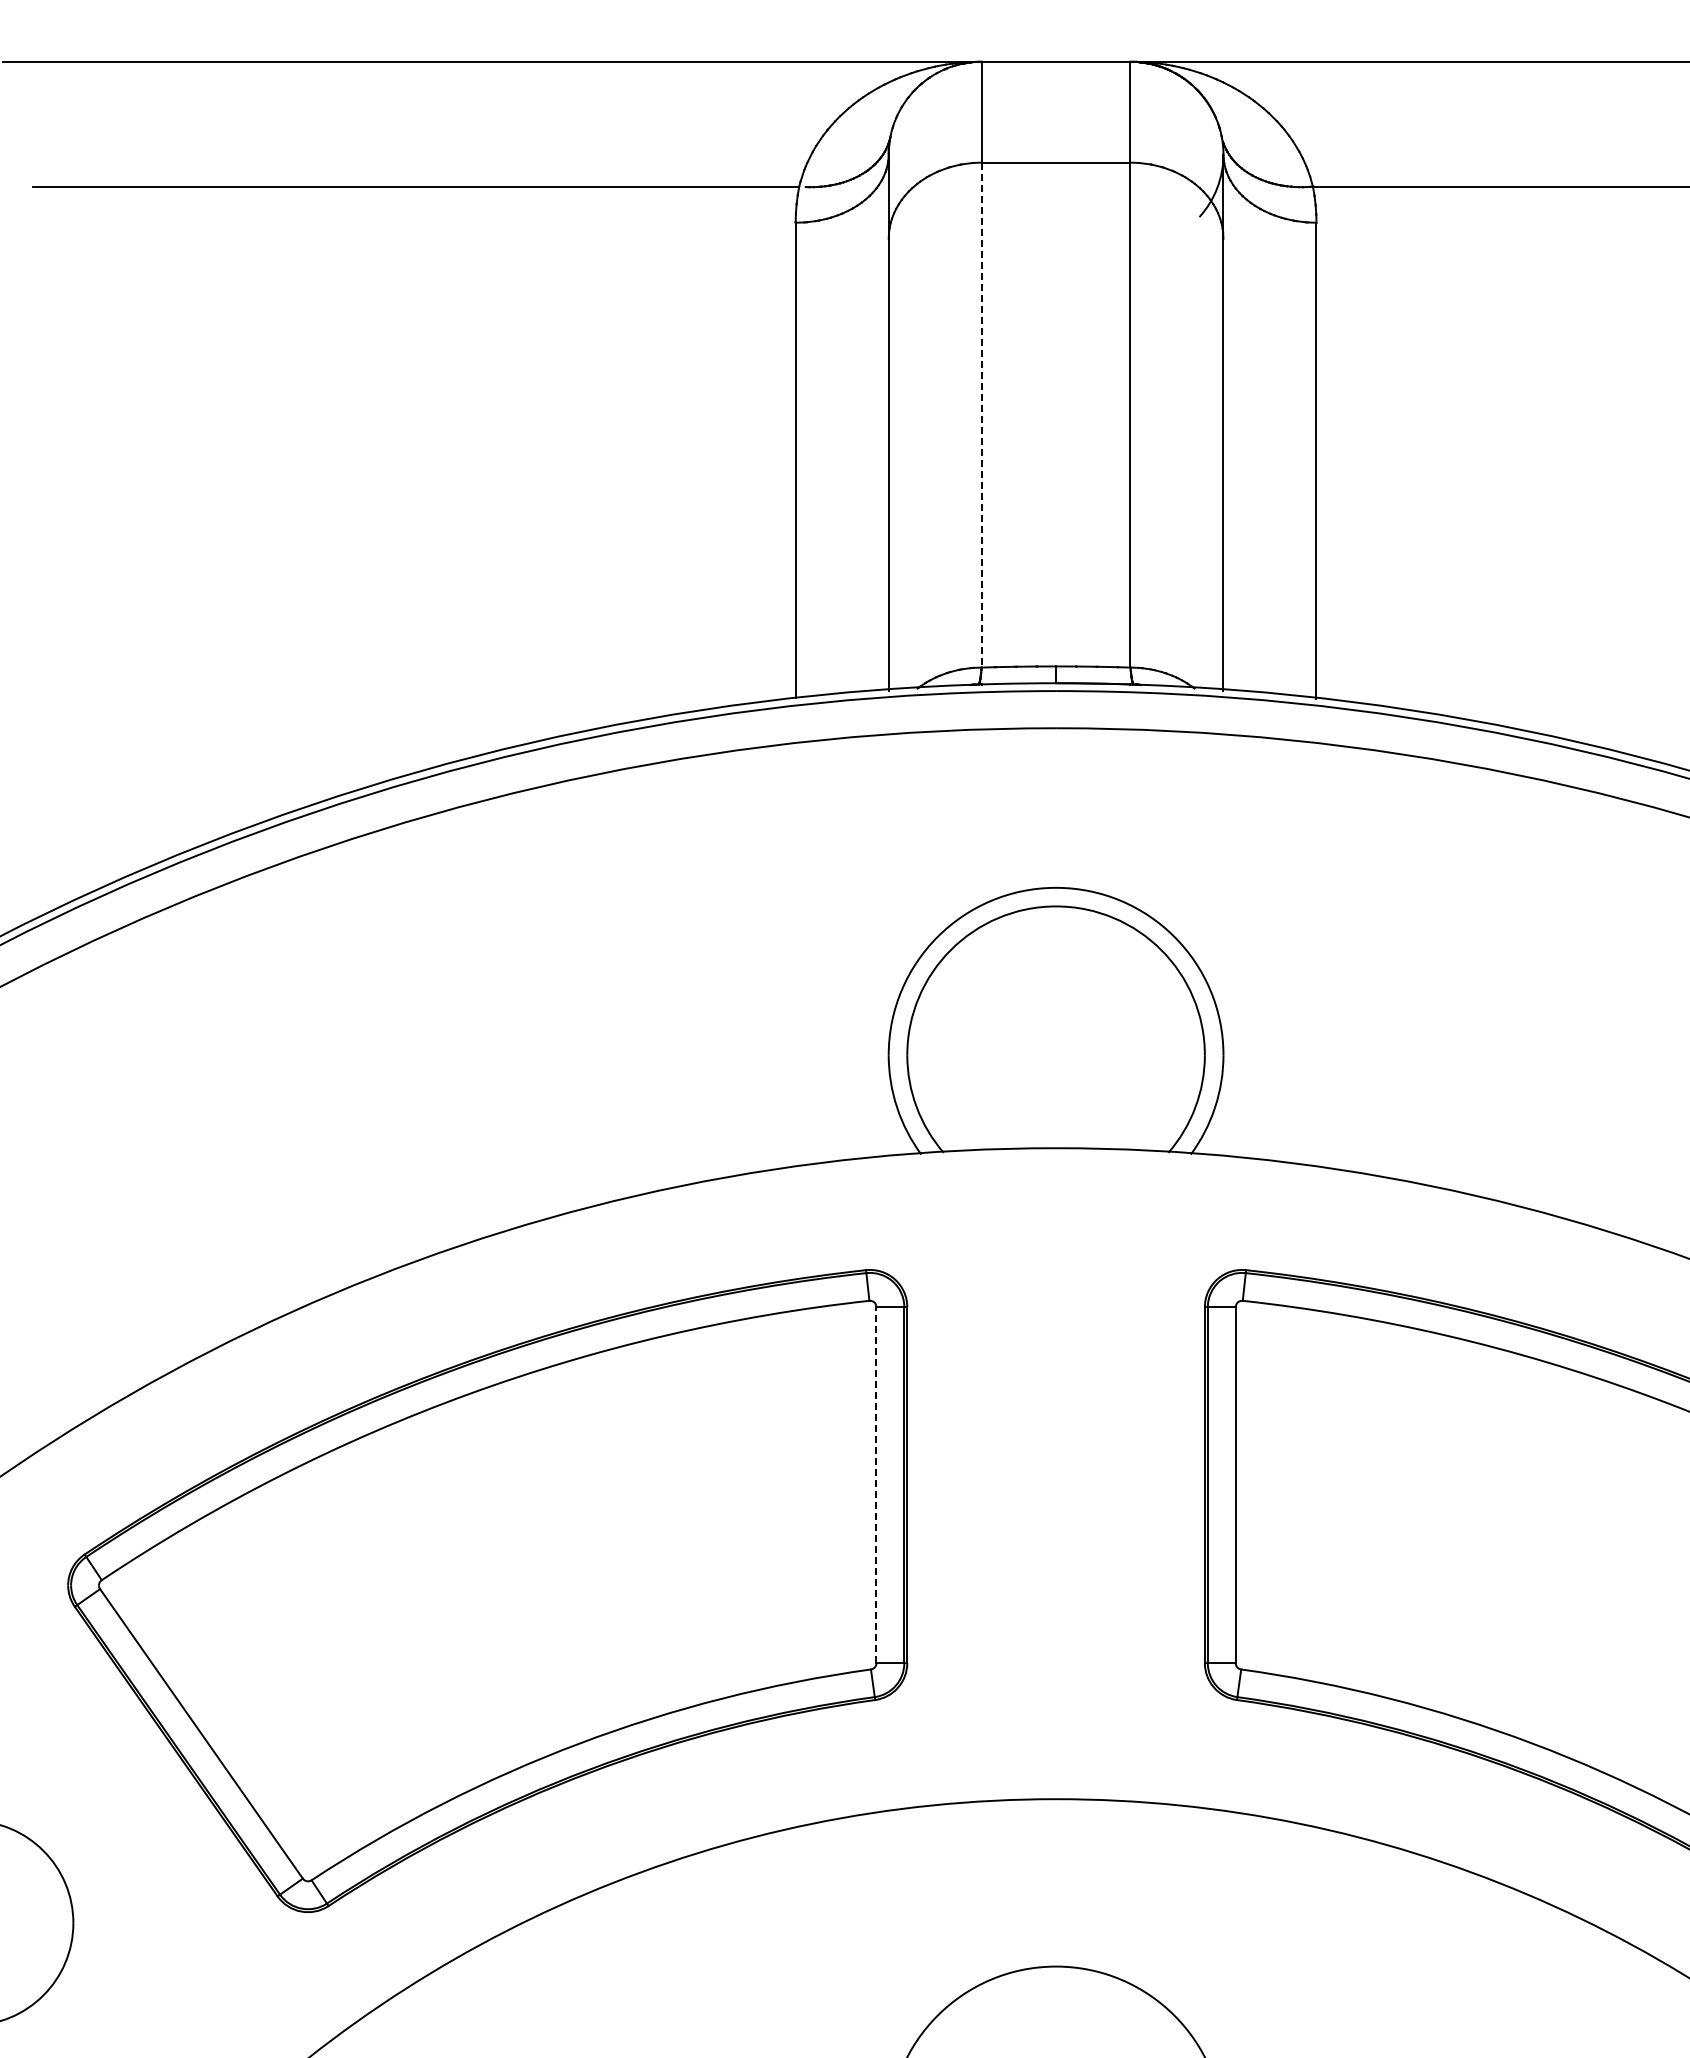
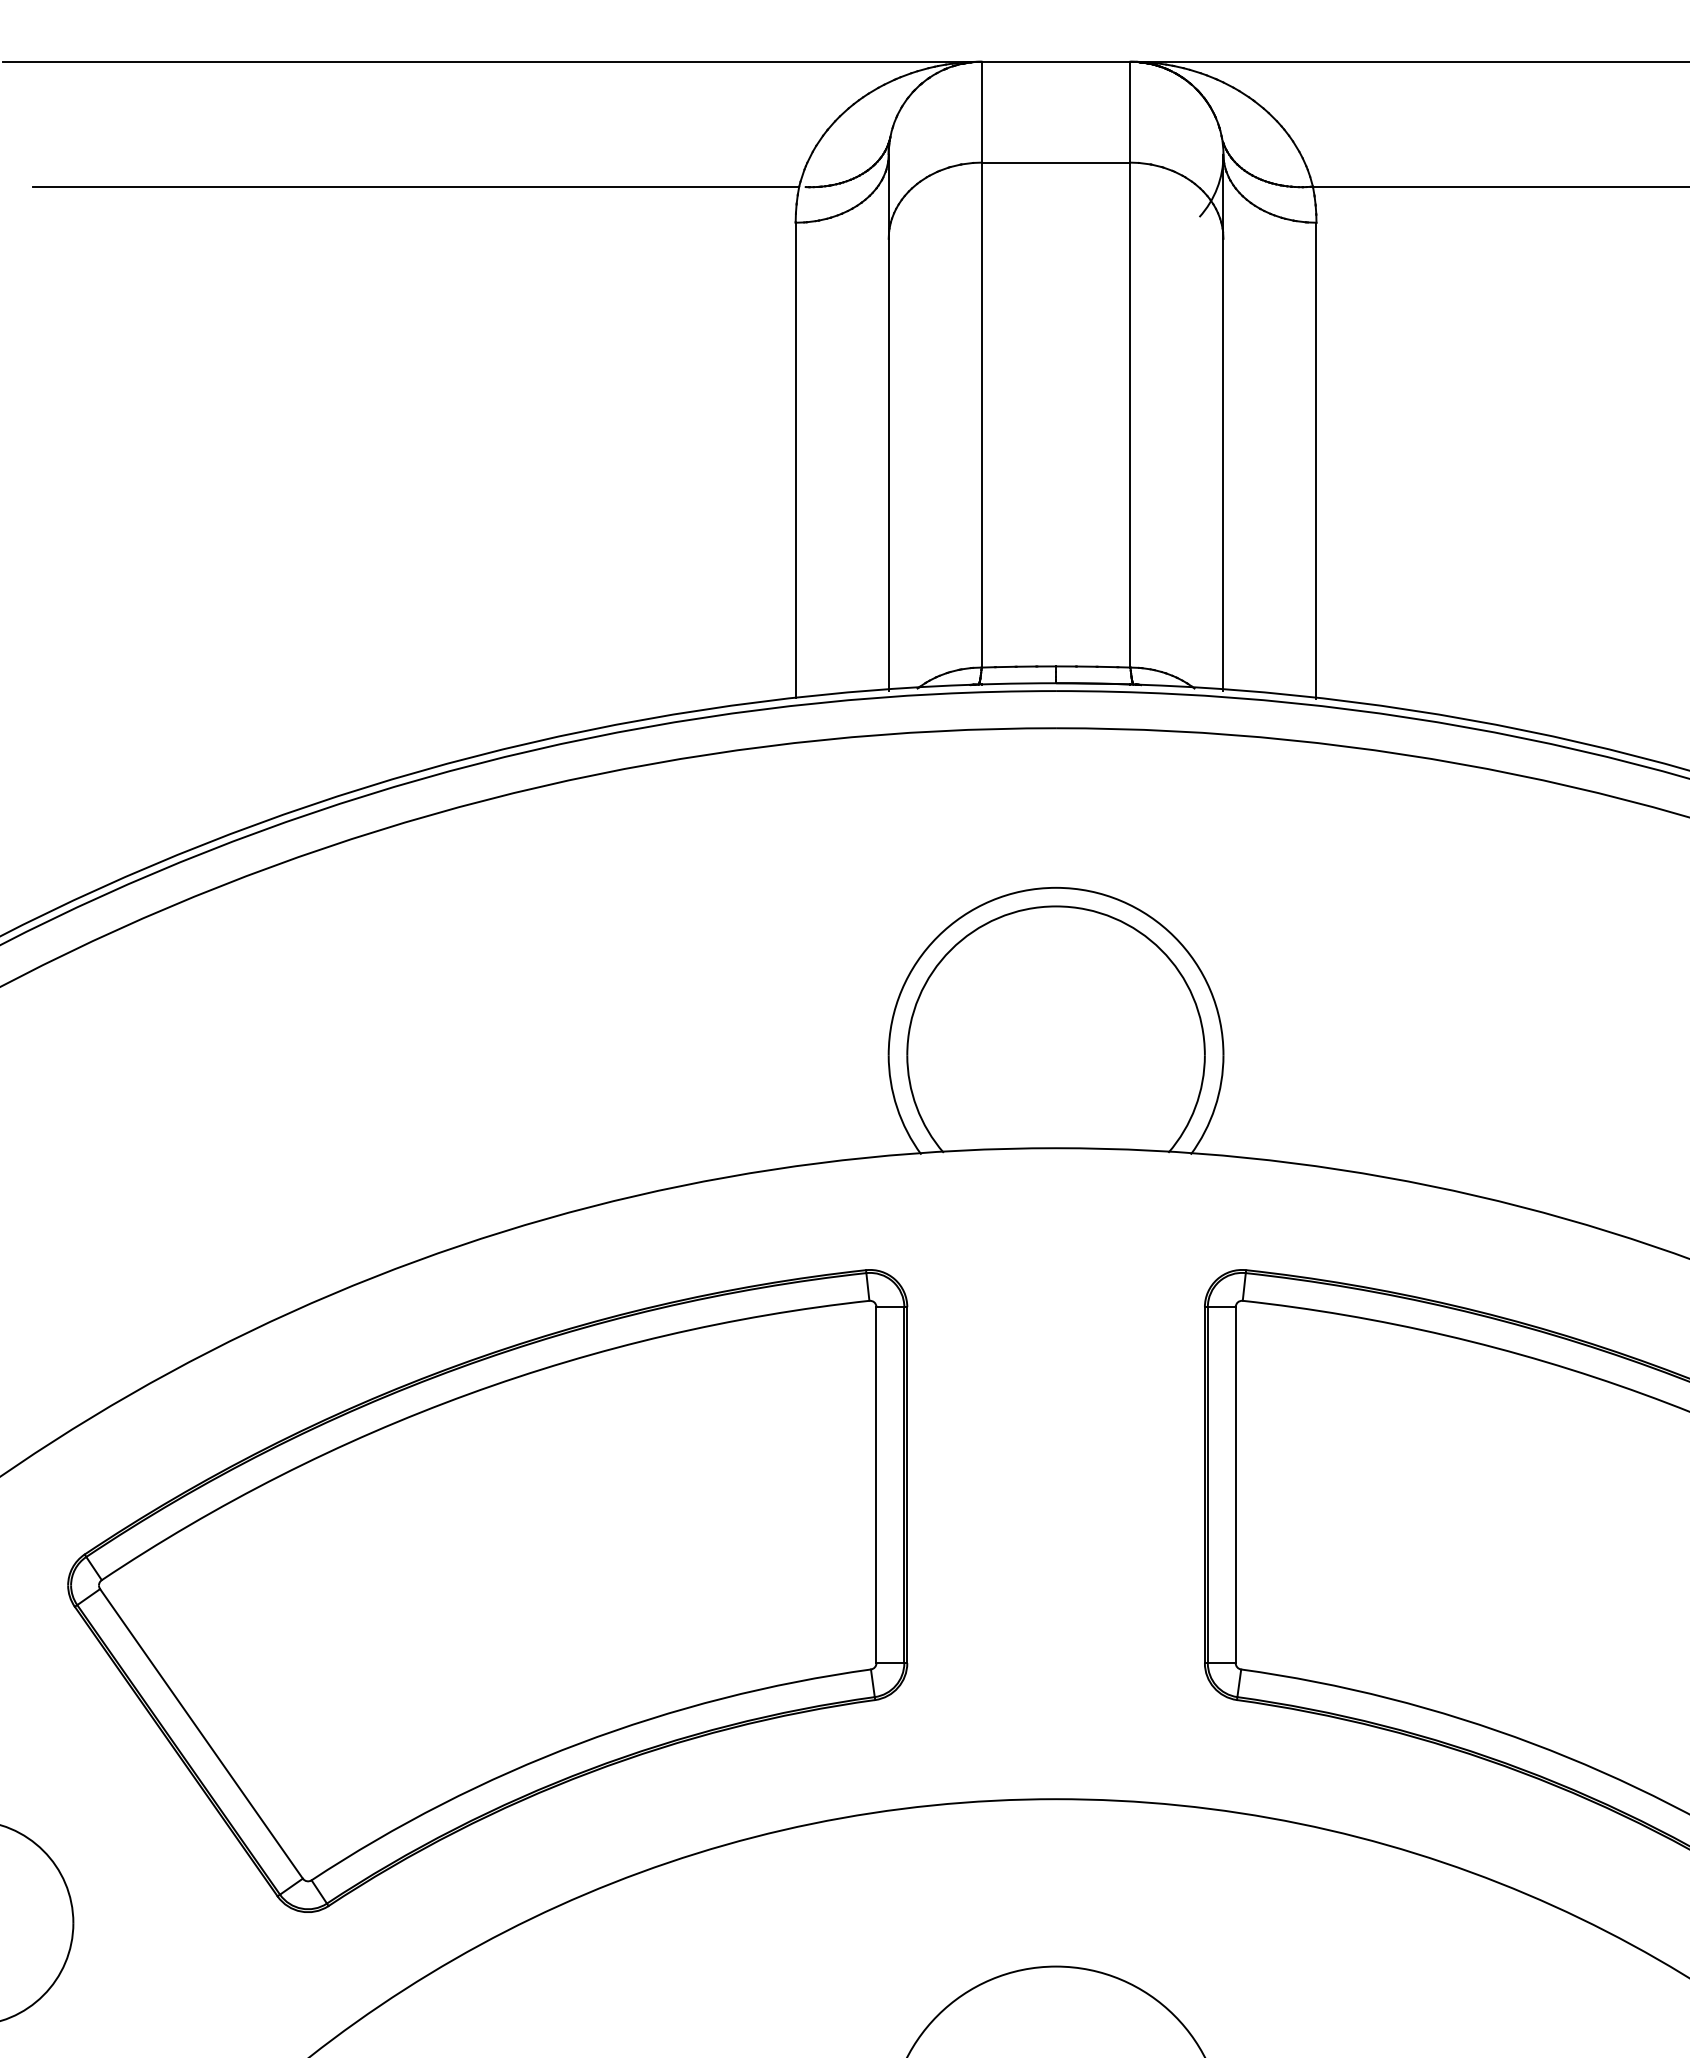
line at (981, 415): dashed -> solid
line at (876, 1484): dashed -> solid
